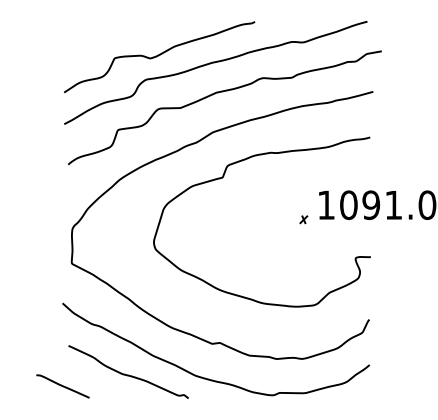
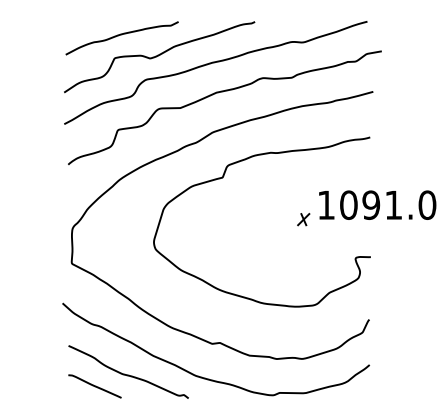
curve at (121, 35): none -> present
part at (303, 219) size: 10x10 px -> 14x14 px
curve at (62, 386) position: (62, 386) -> (94, 386)
